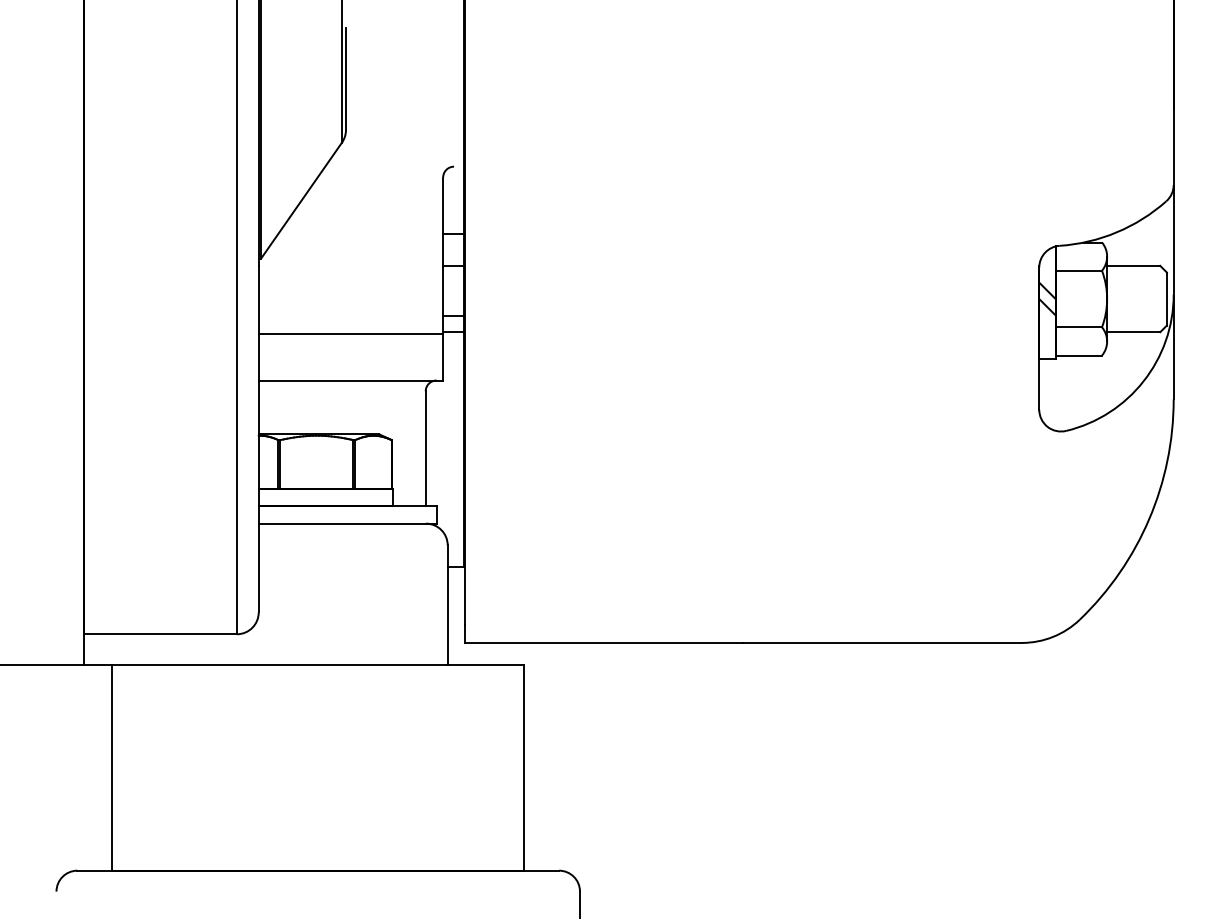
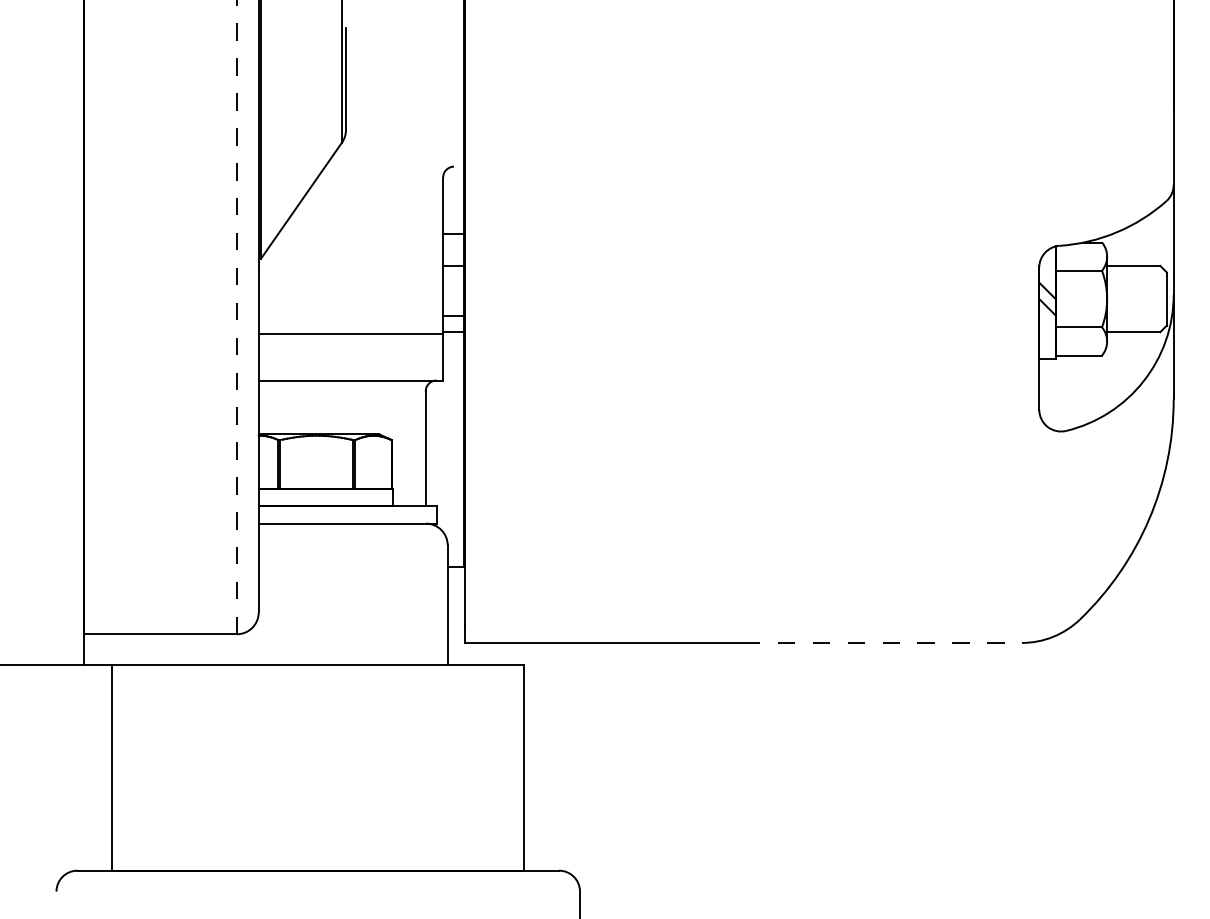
line at (236, 317): solid -> dashed
line at (882, 642): solid -> dashed
